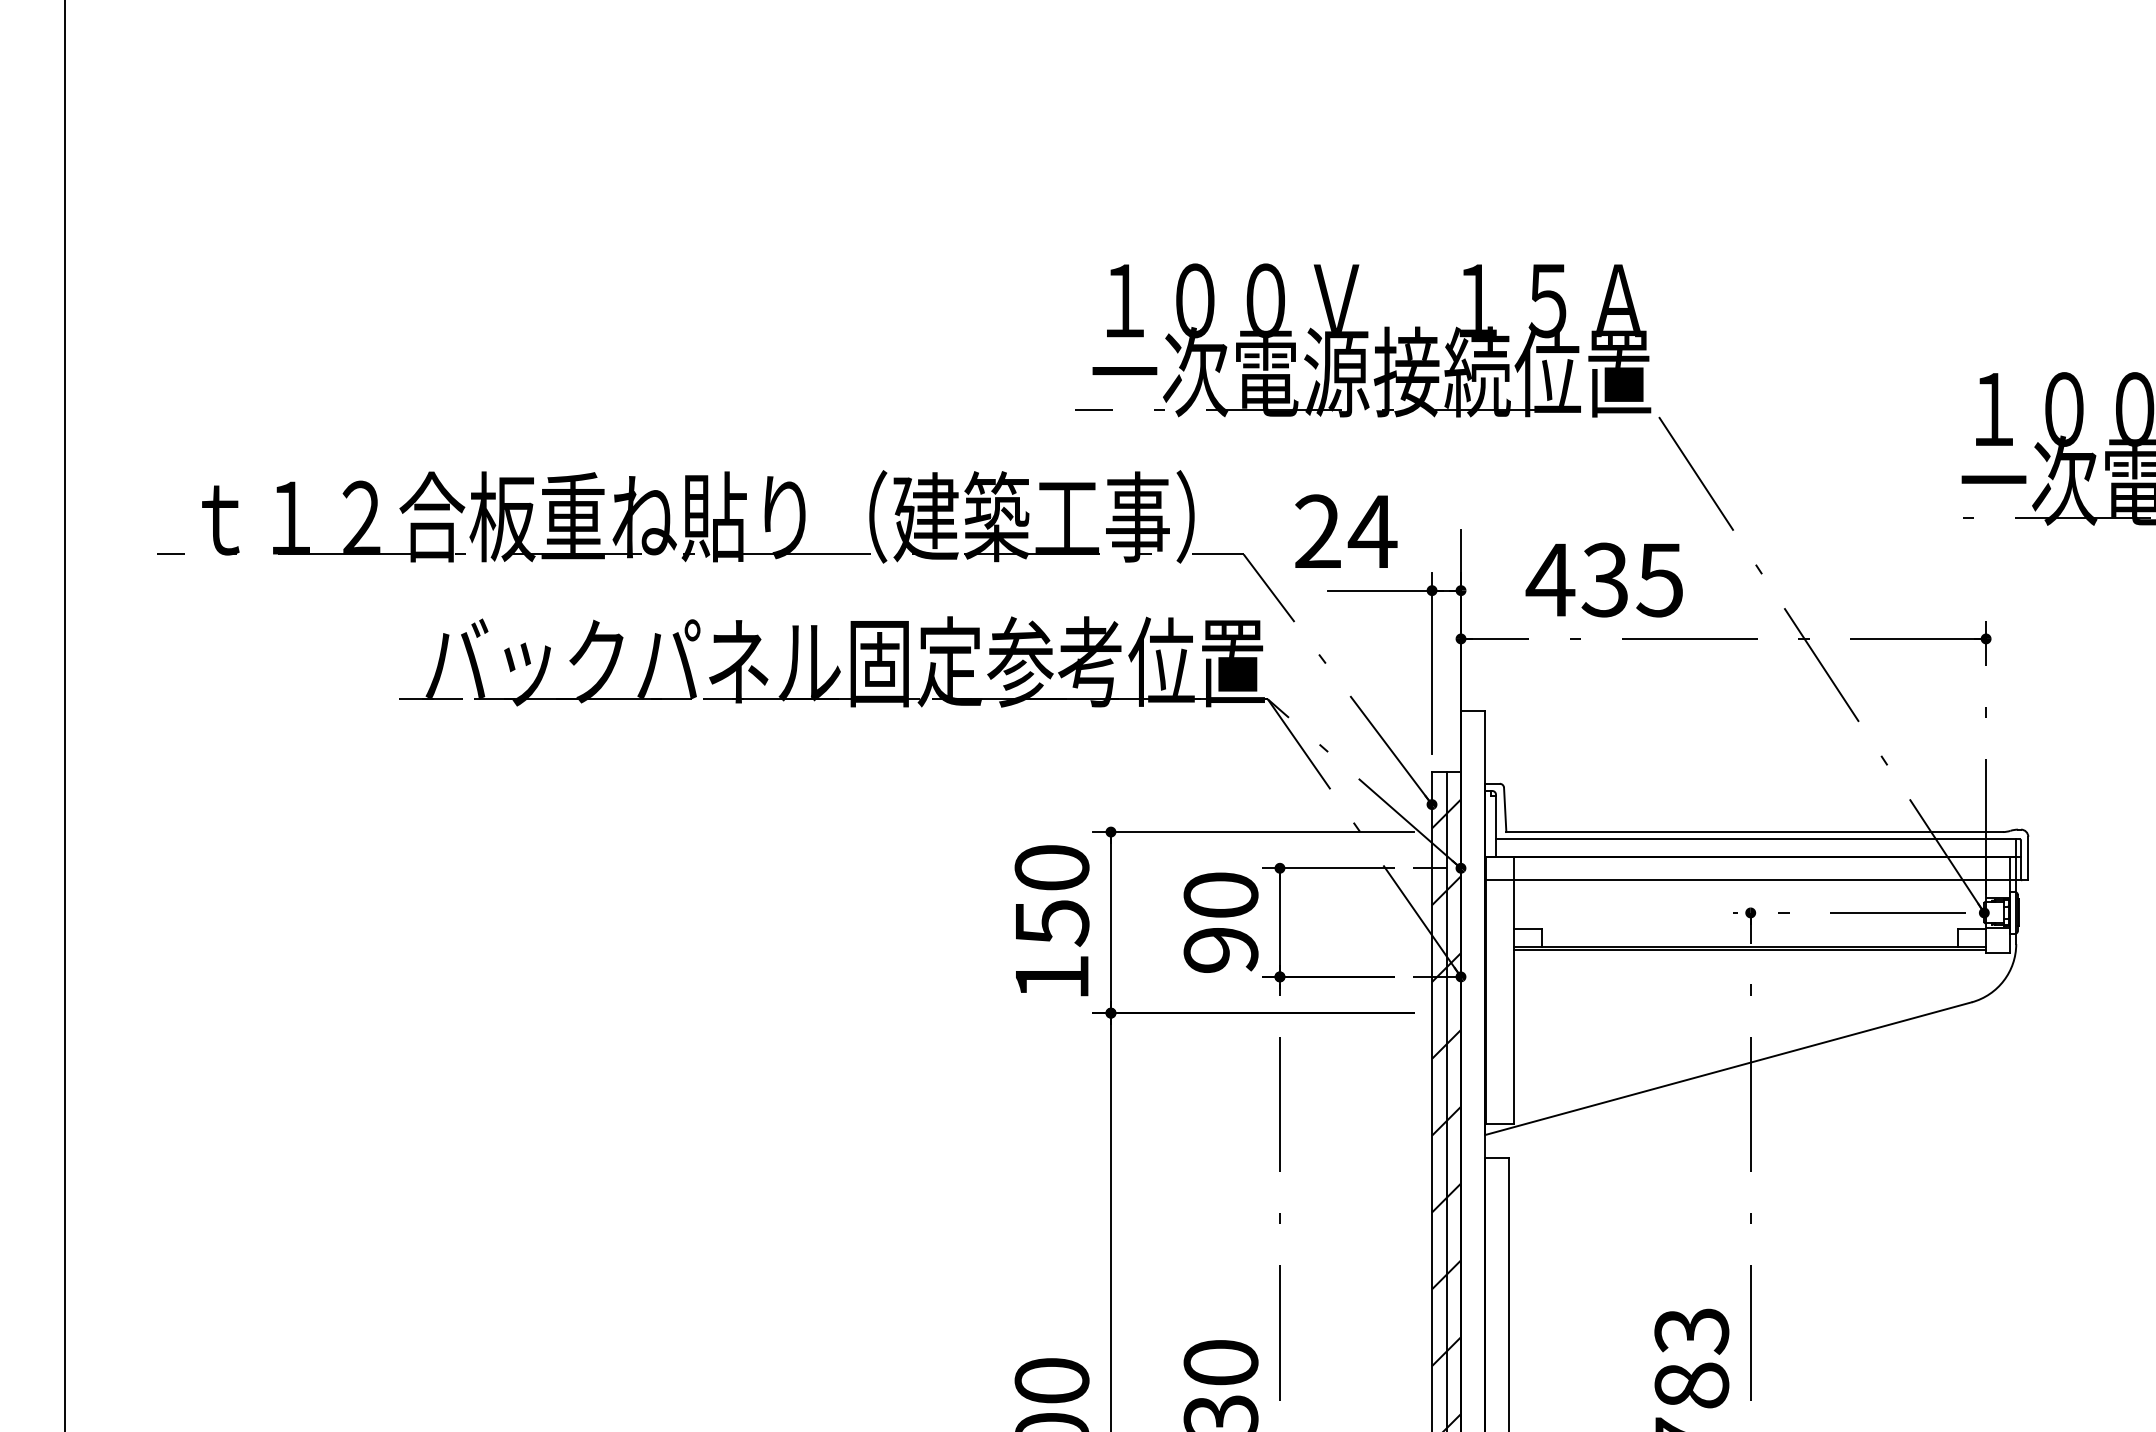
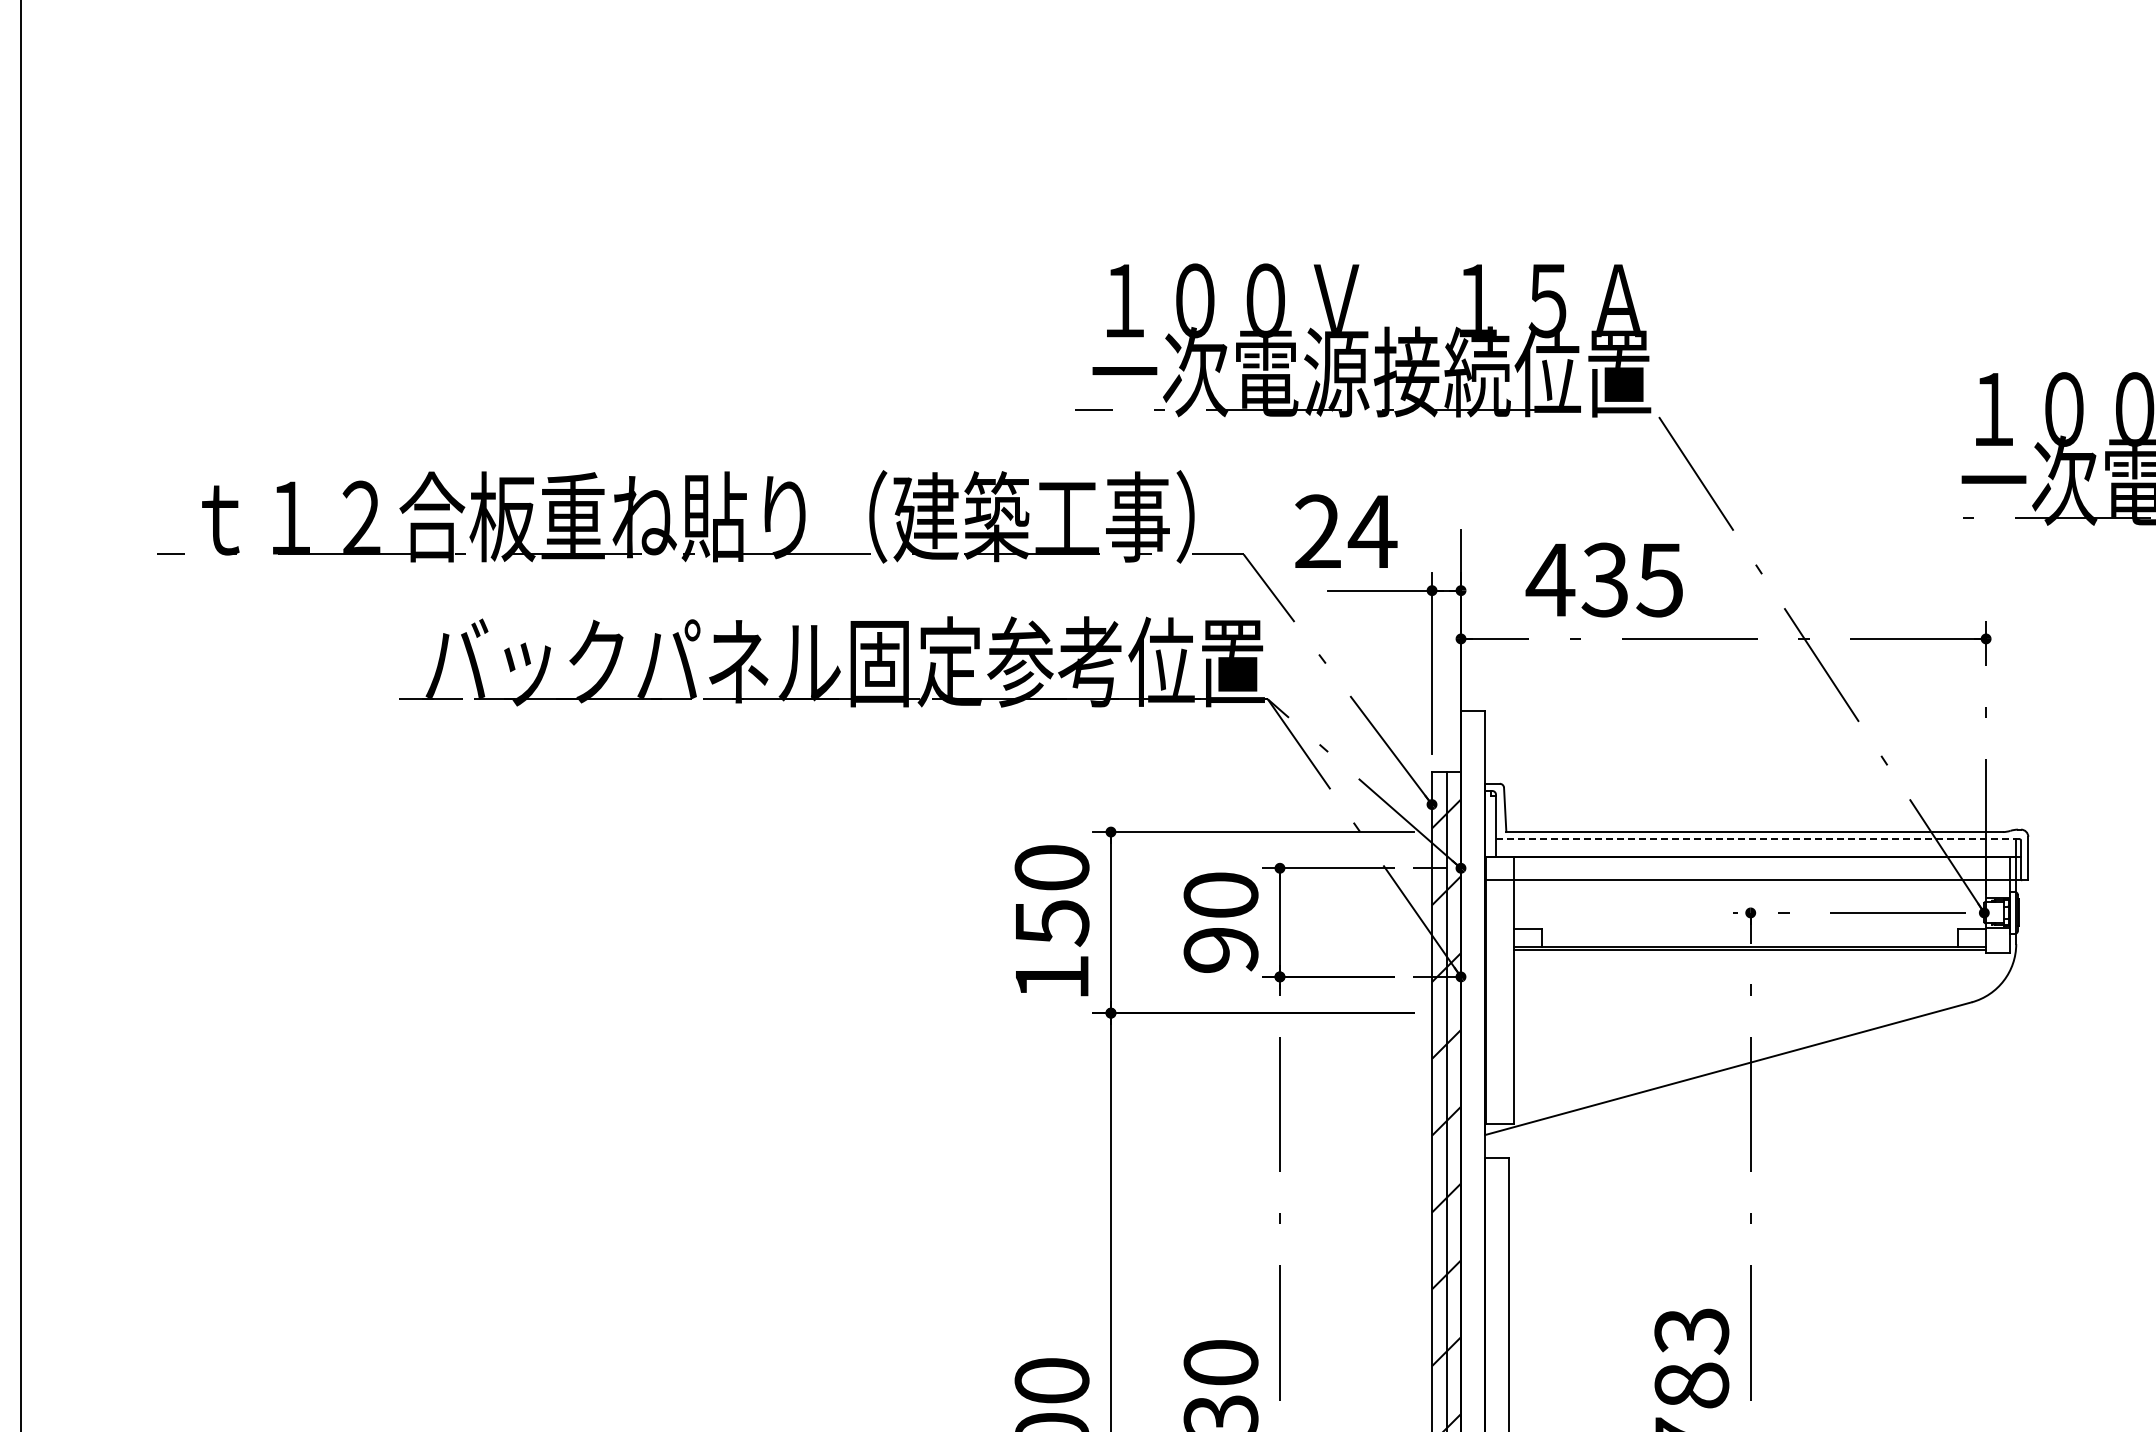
line at (64, 715) position: (64, 715) -> (20, 715)
line at (1757, 839): solid -> dashed
